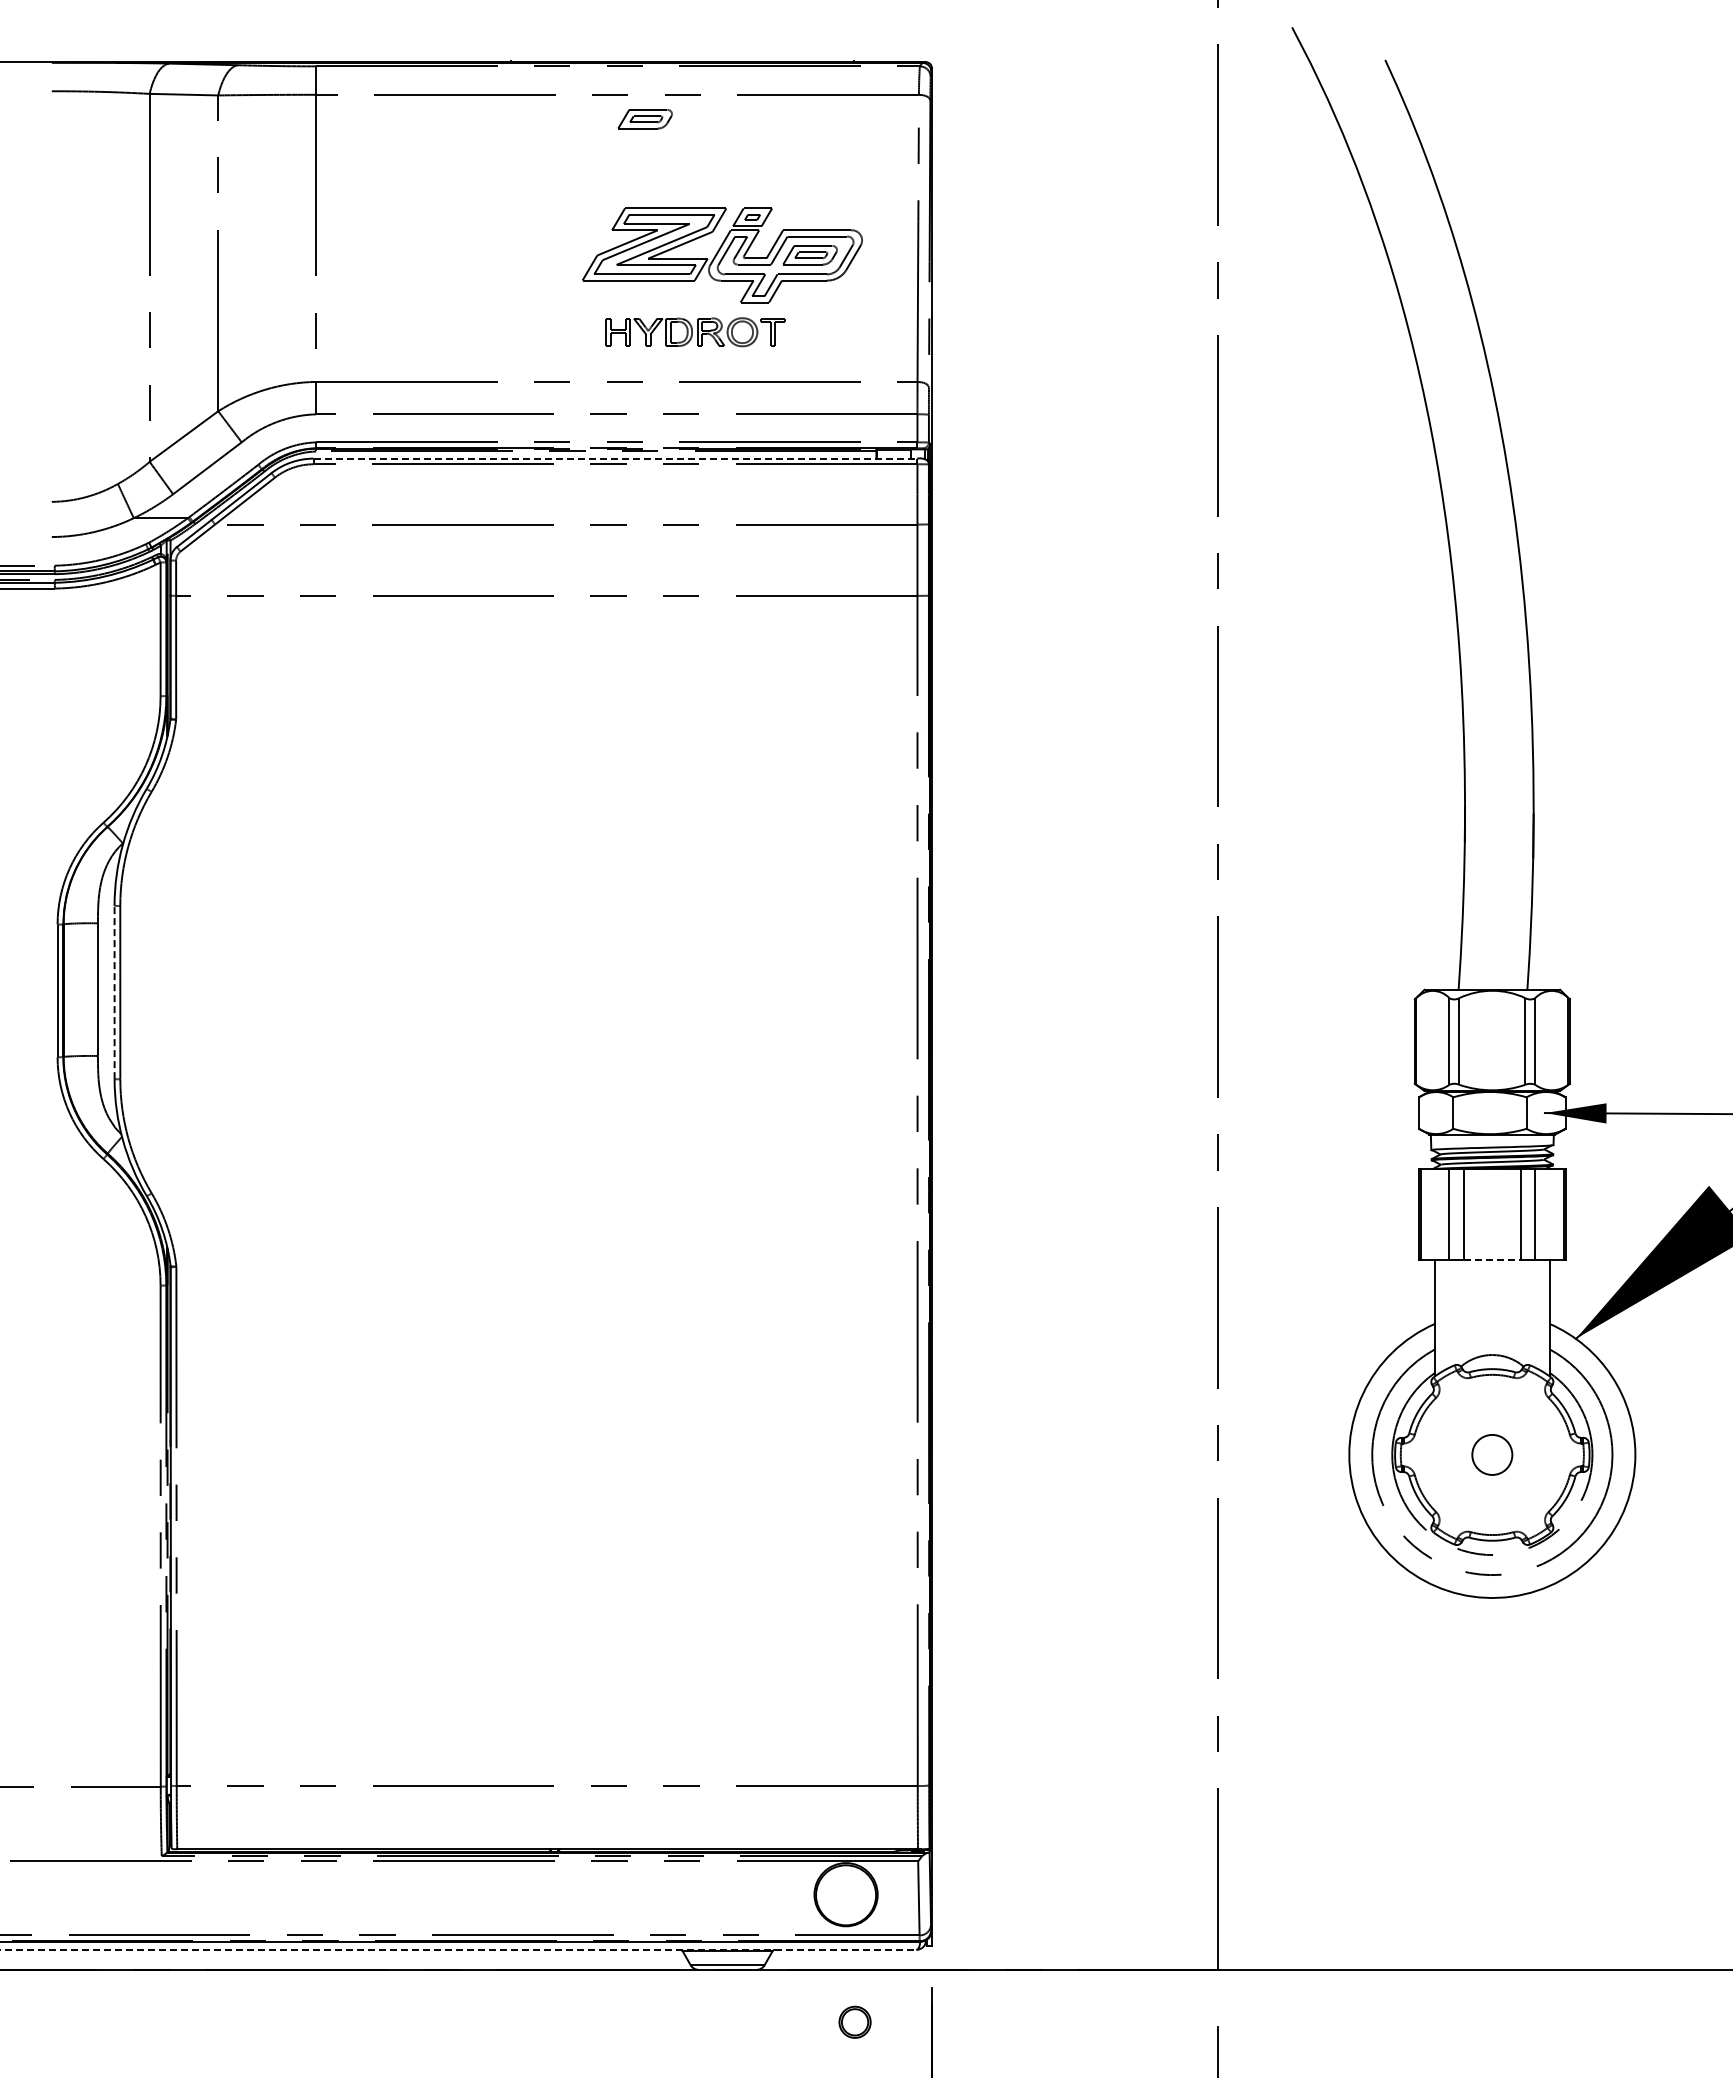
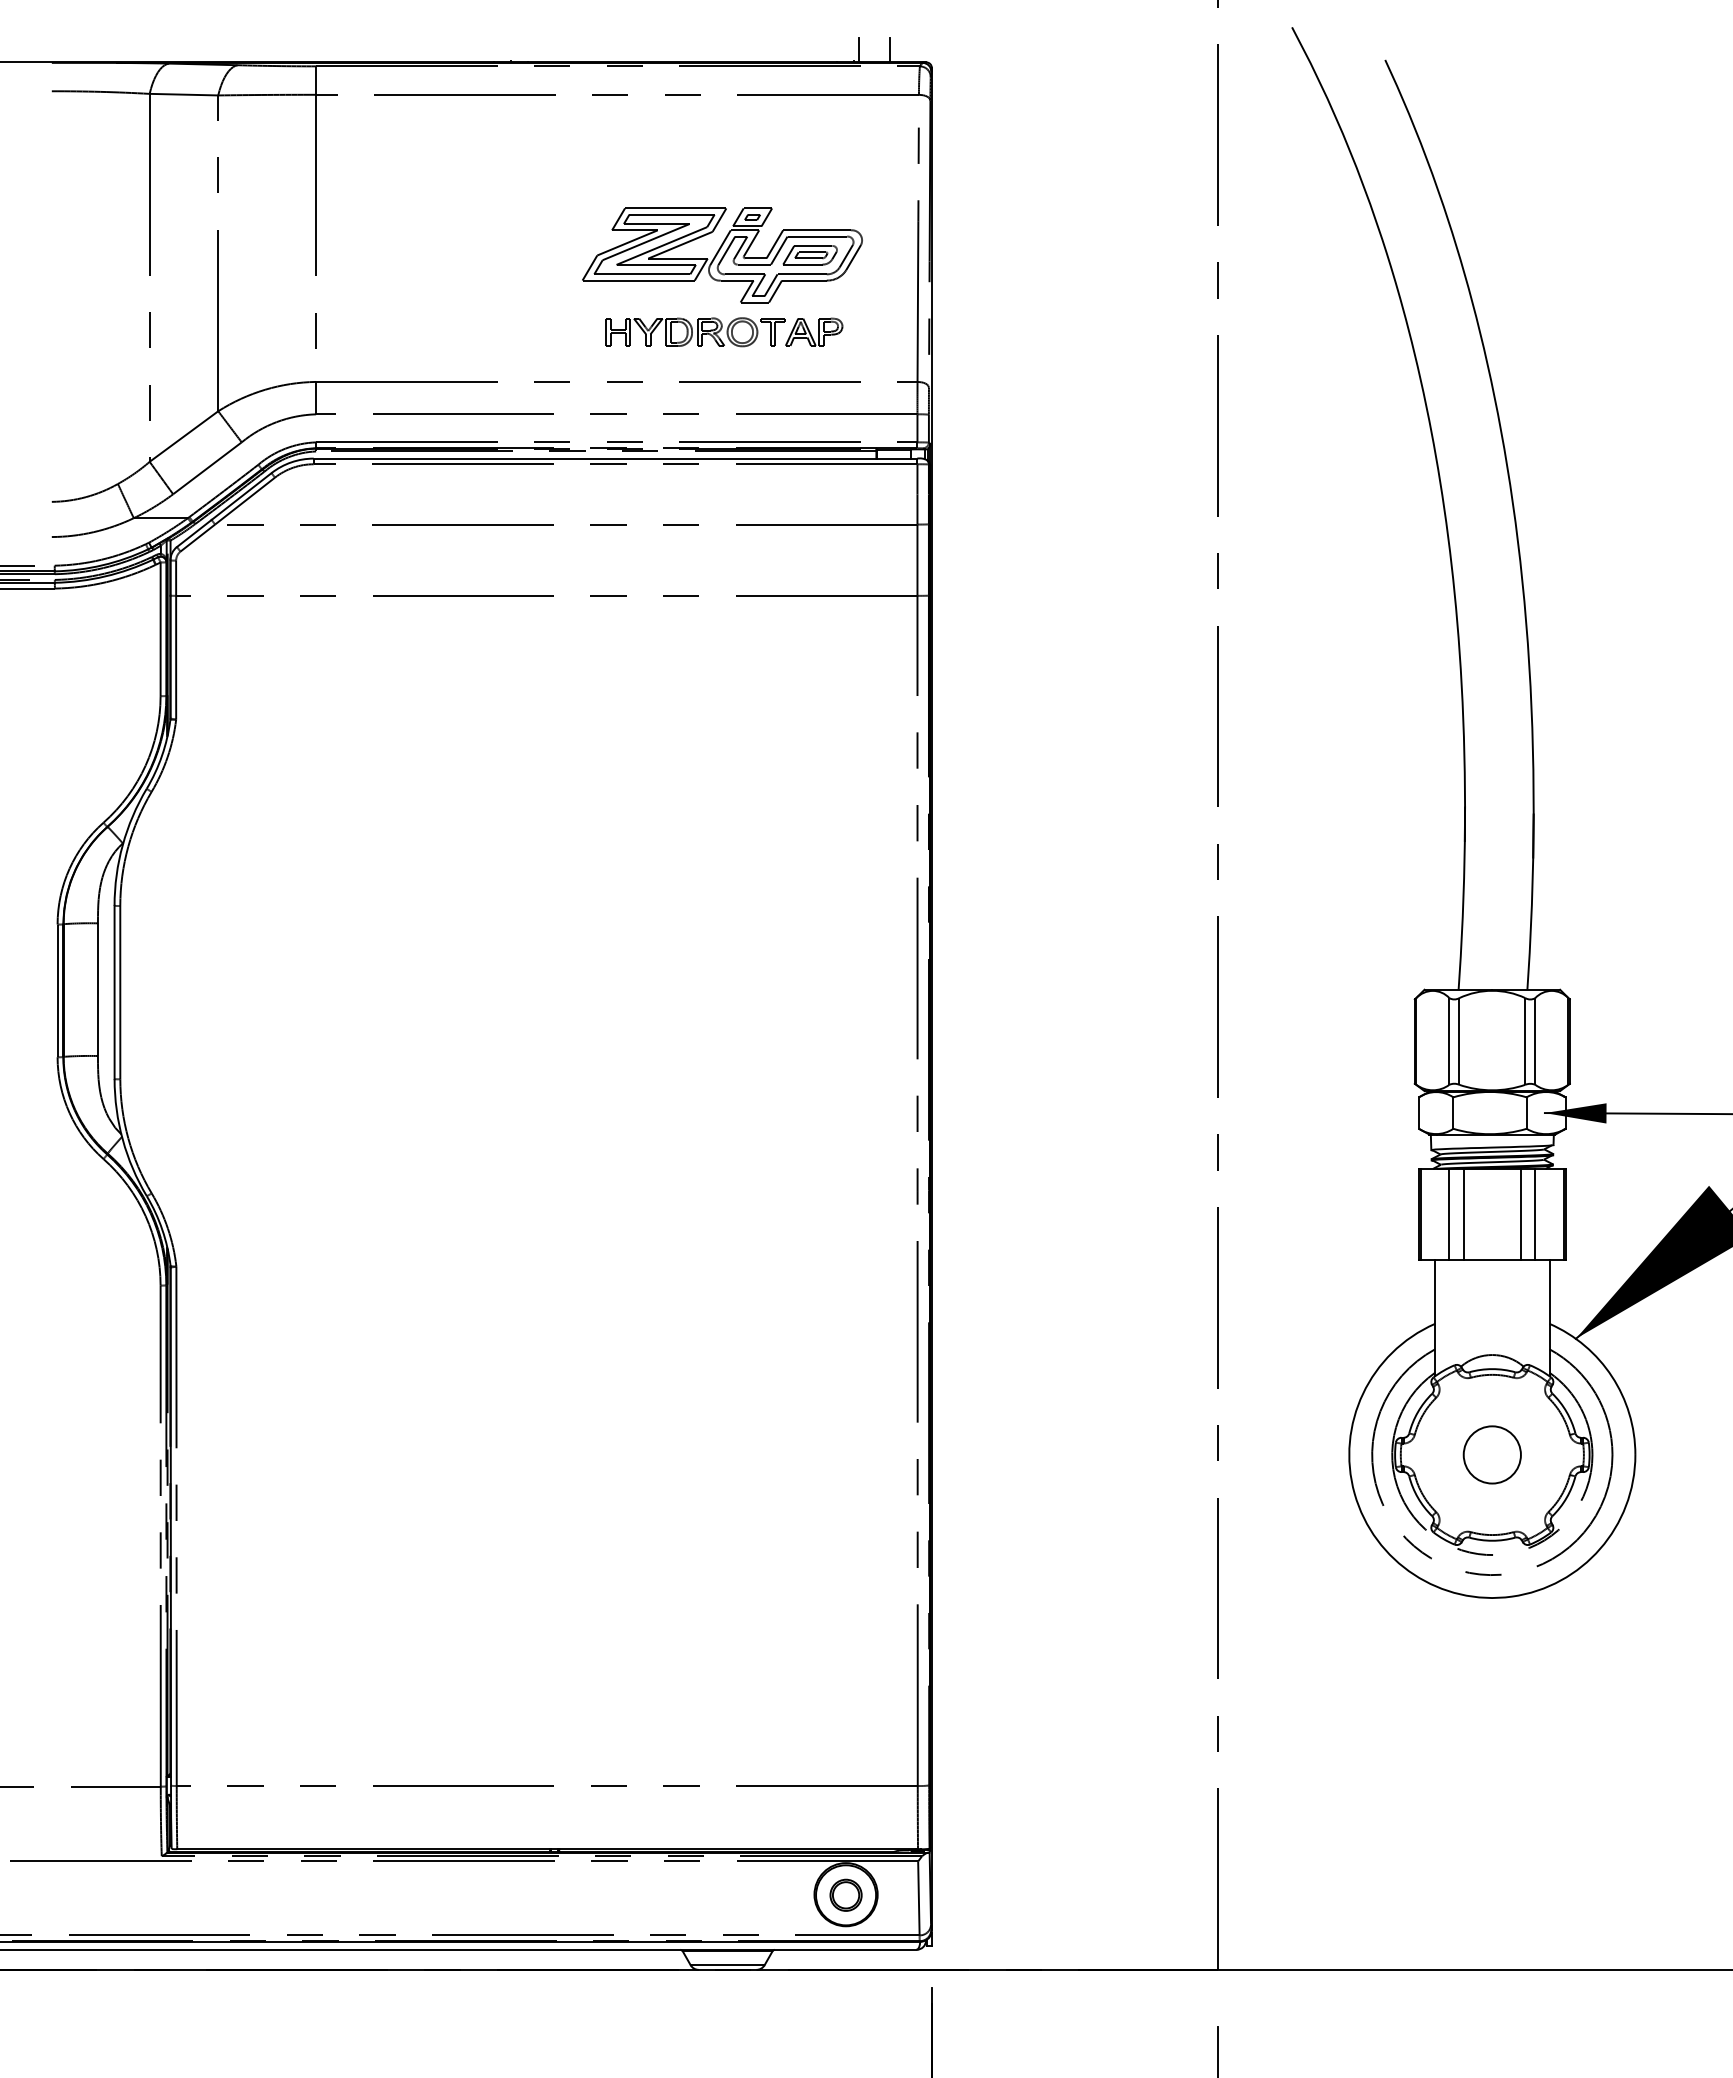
line at (858, 50): none -> present
line at (889, 50): none -> present
part at (644, 119): present -> none
part at (814, 331): none -> present
line at (615, 458): dashed -> solid
line at (114, 992): dashed -> solid
line at (1492, 1260): dashed -> solid
circle at (1492, 1454) diameter: 40 px -> 57 px
line at (458, 1949): dashed -> solid
part at (854, 2021) position: (854, 2021) -> (845, 1894)
